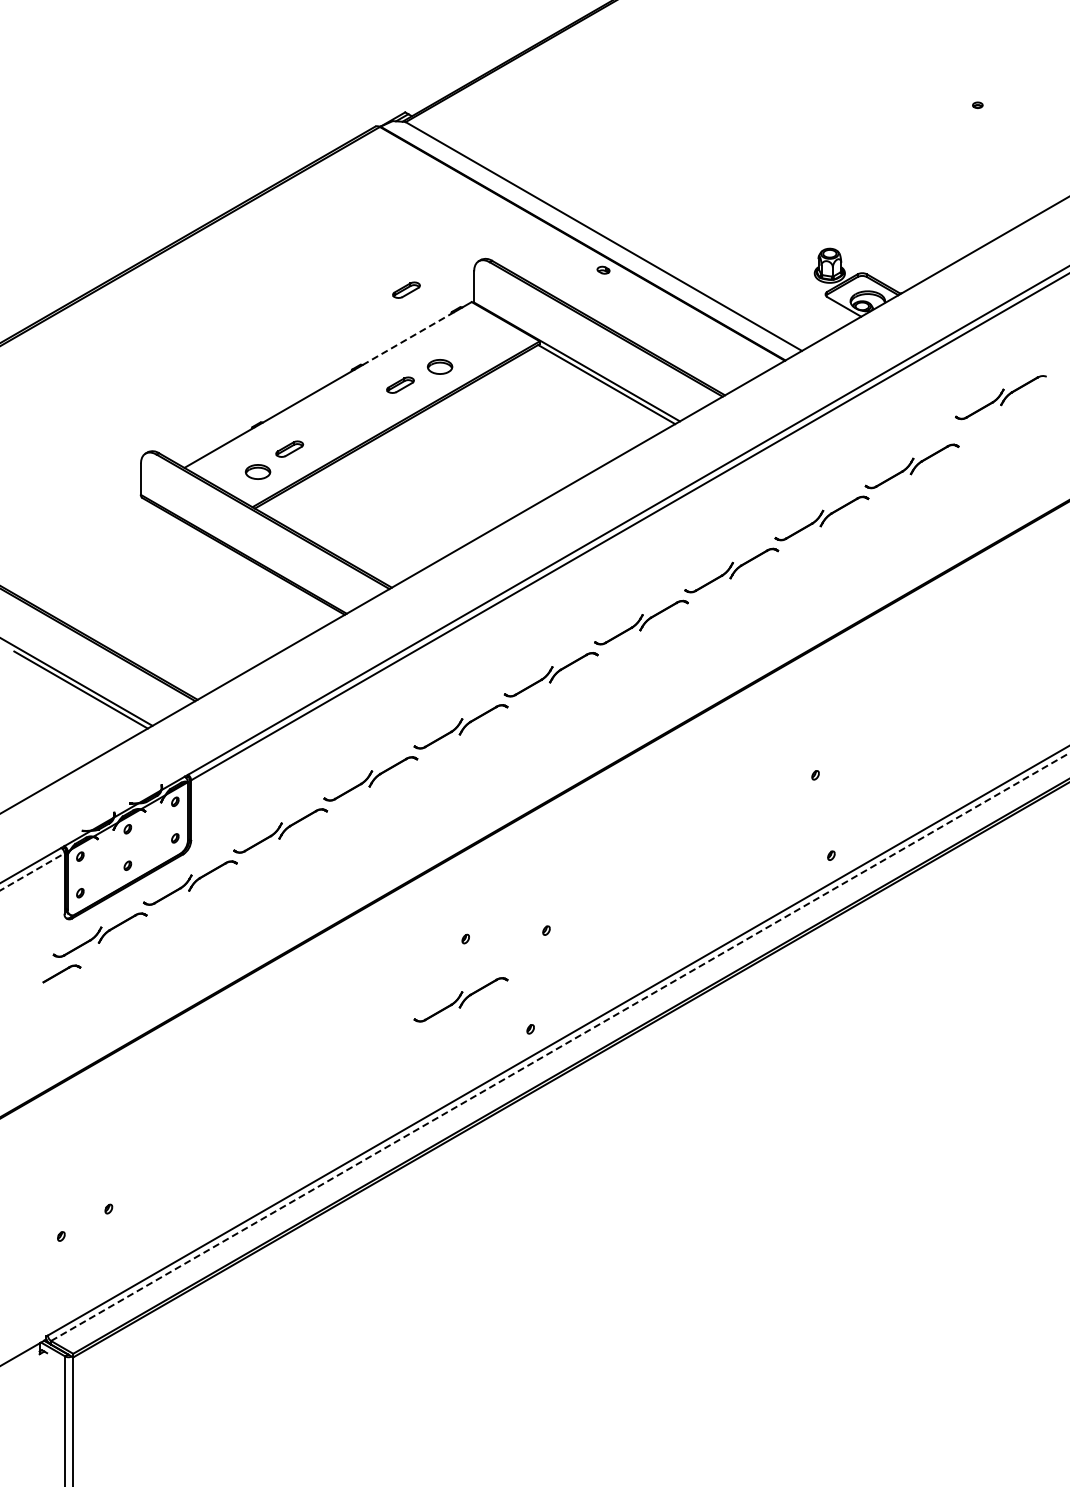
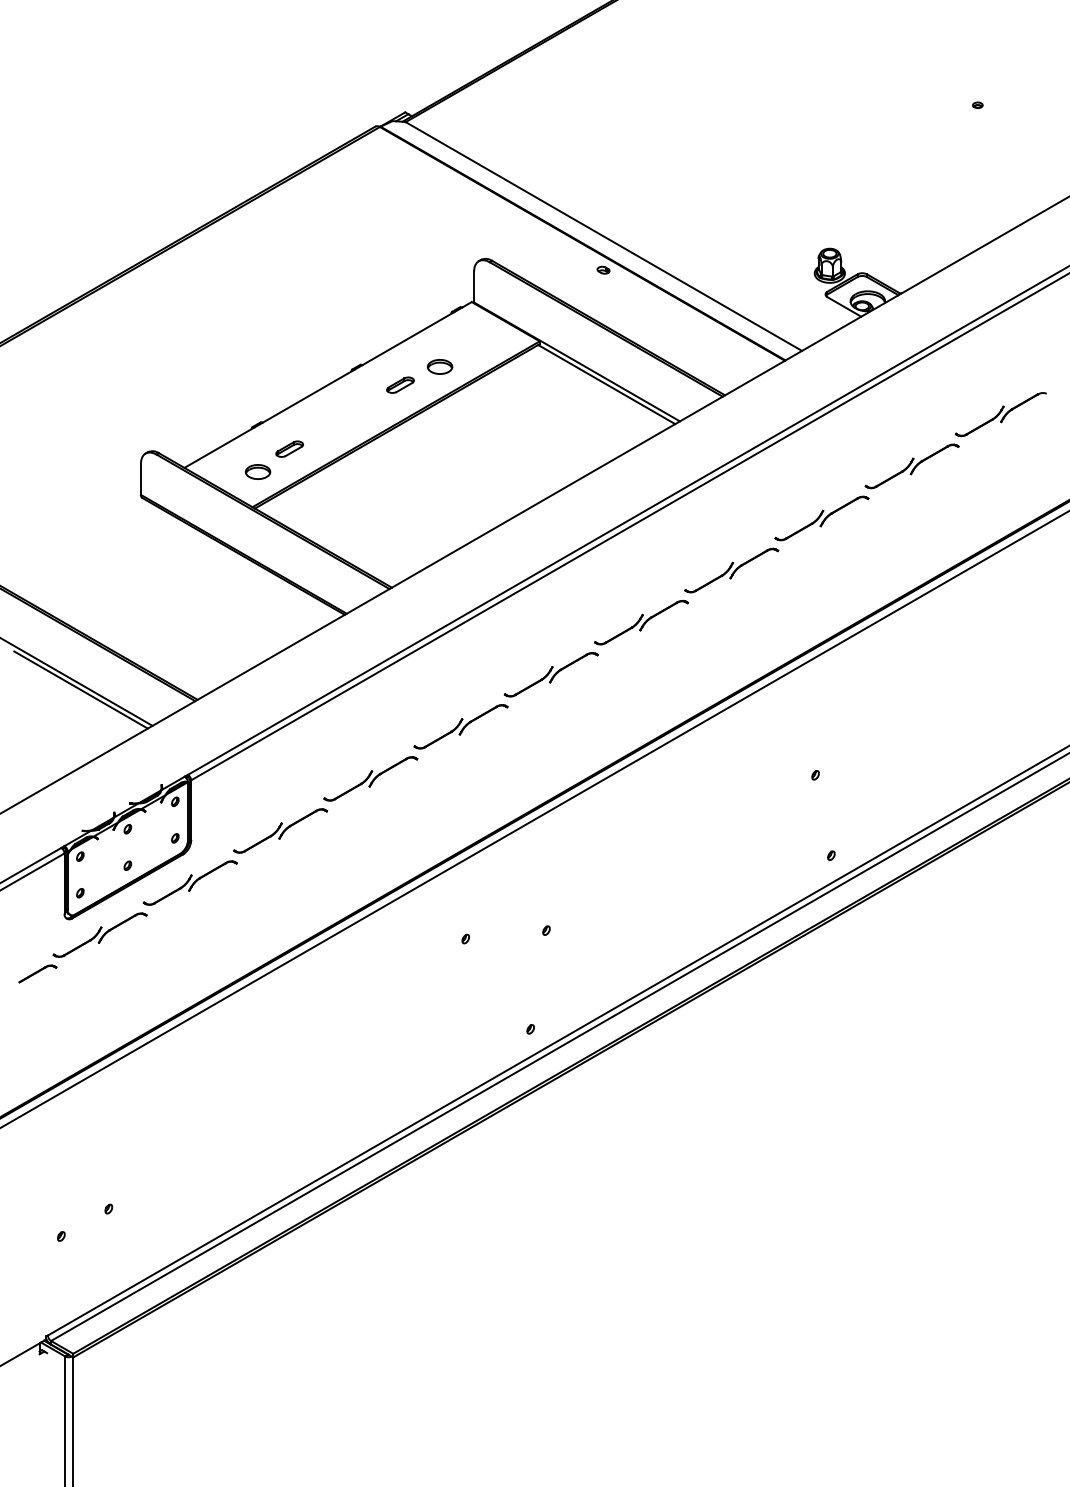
part at (406, 289): present -> none
line at (408, 338): dashed -> solid
part at (1000, 397) position: (1000, 397) -> (1000, 414)
line at (534, 819): none -> present
line at (32, 871): dashed -> solid
part at (61, 973) position: (61, 973) -> (37, 973)
part at (460, 999): present -> none
line at (560, 1047): dashed -> solid
